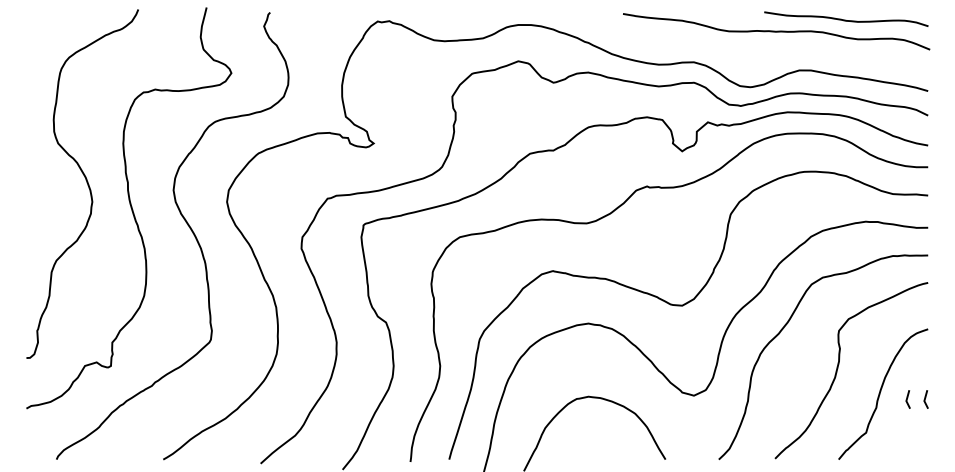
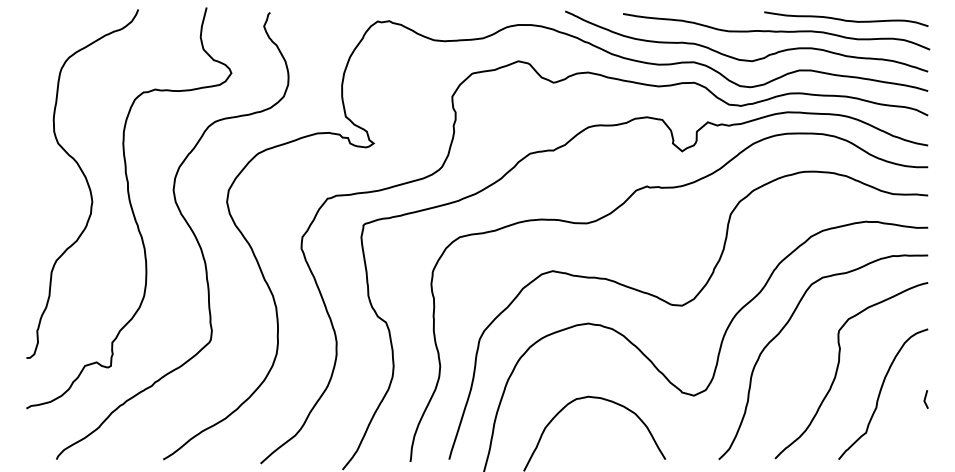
curve at (746, 59): none -> present
line at (907, 399): present -> none
